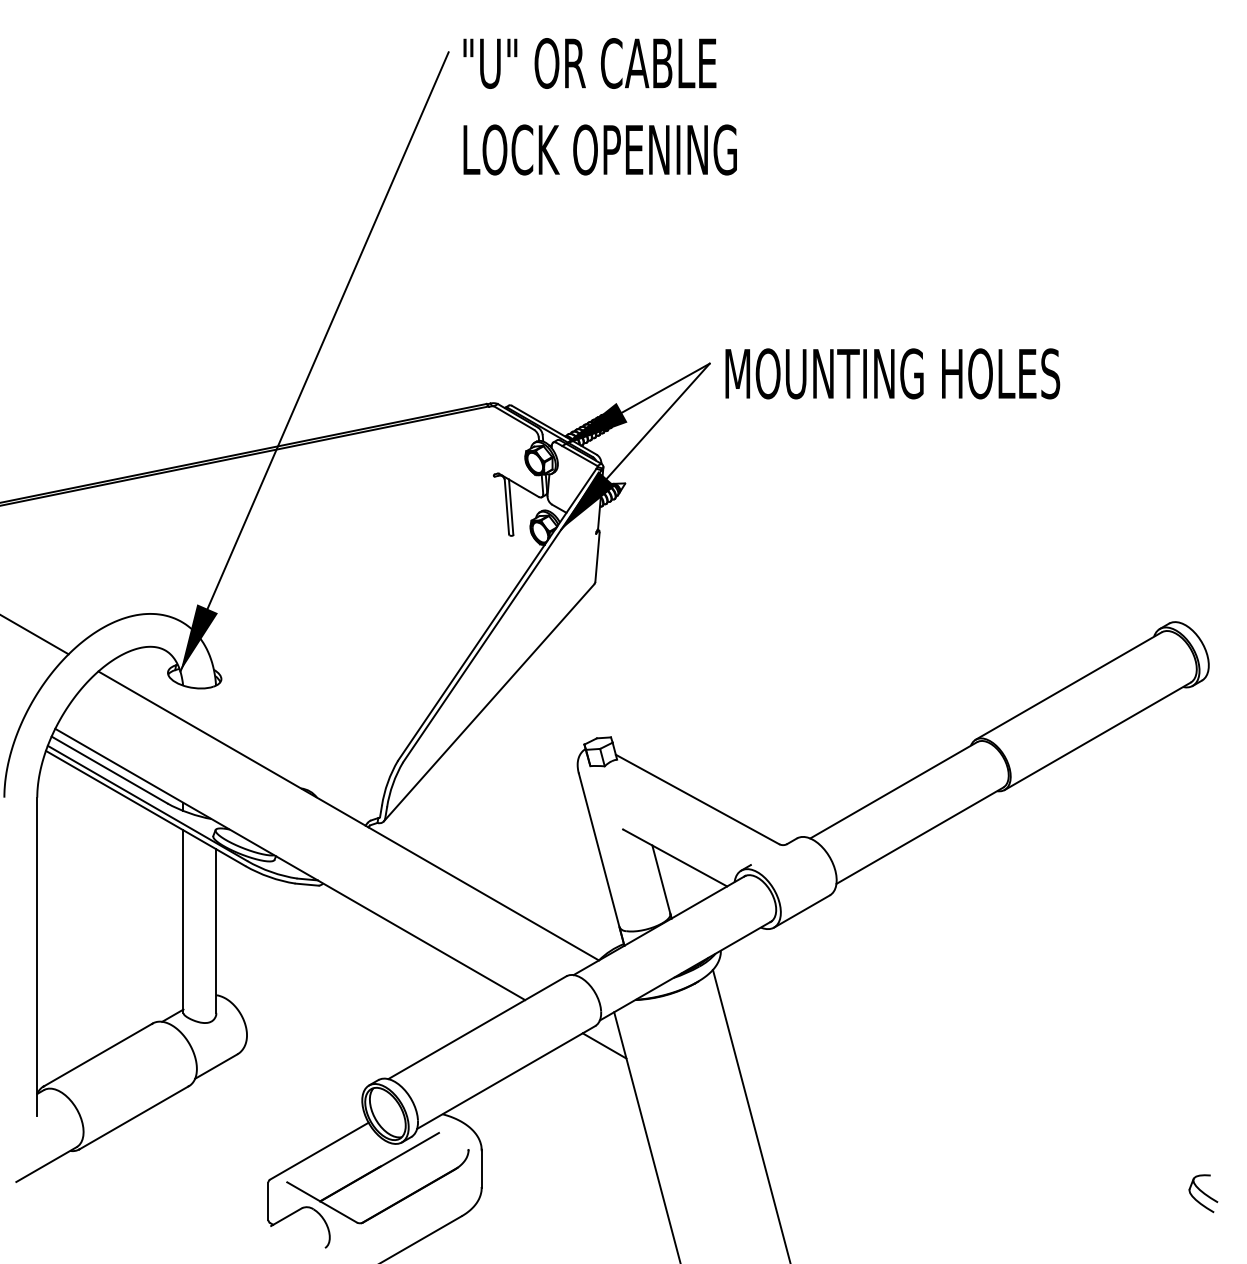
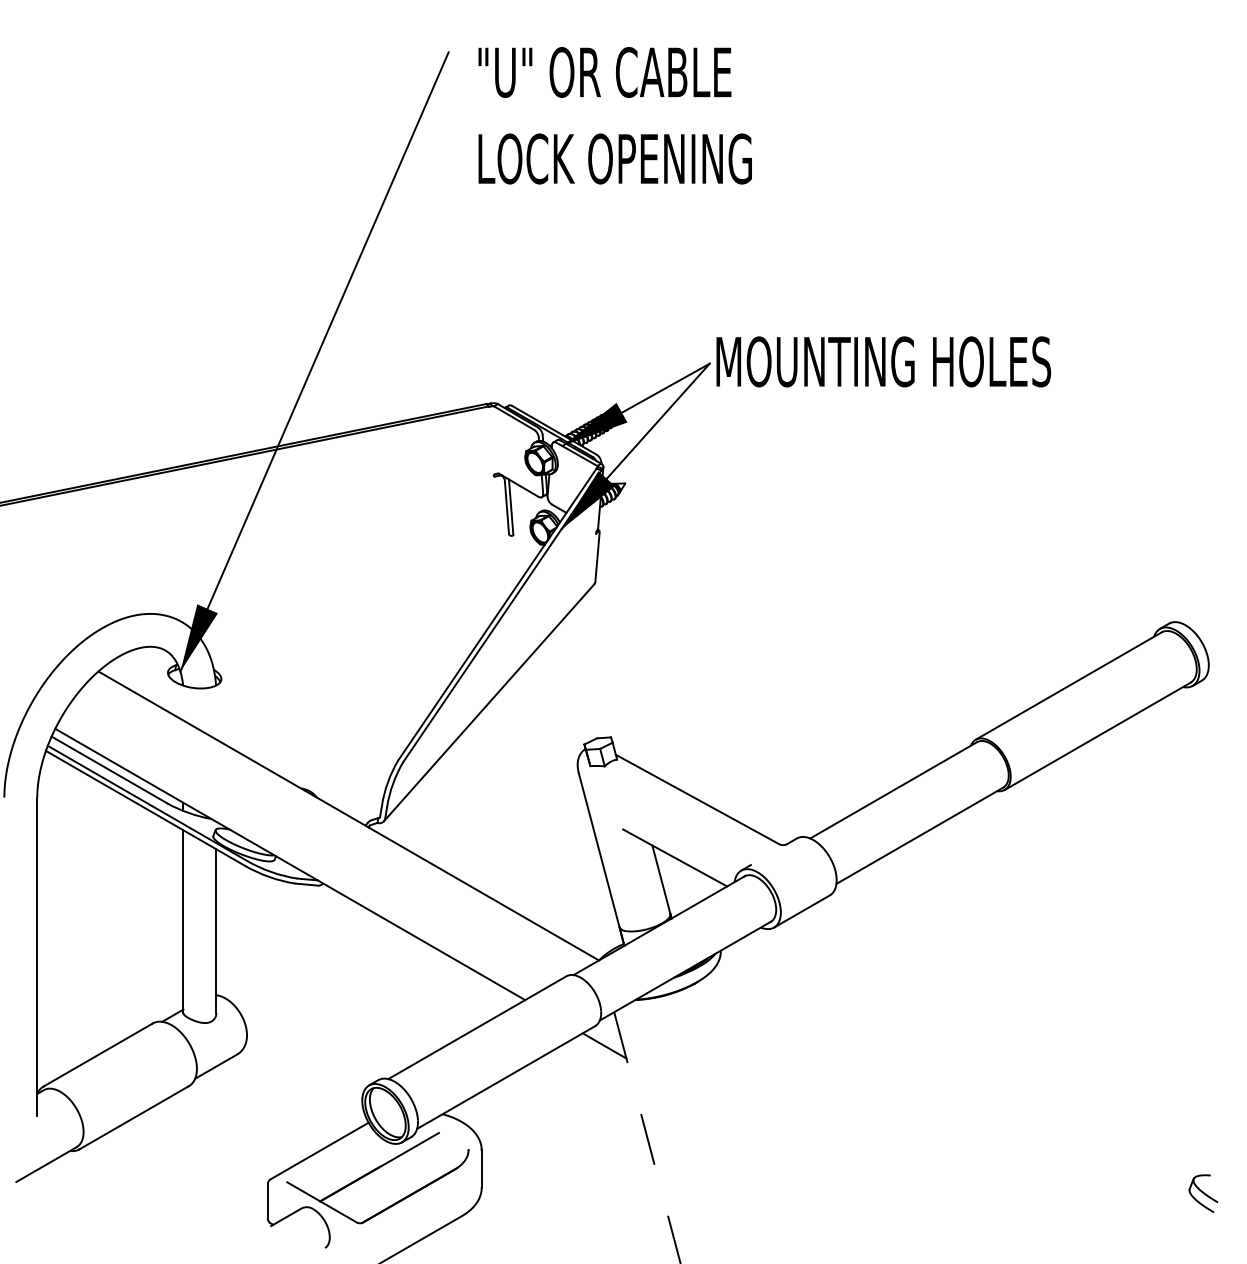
text at (599, 106) position: (599, 106) -> (614, 115)
text at (892, 373) position: (892, 373) -> (883, 361)
line at (35, 635): present -> none
line at (750, 1114): present -> none
line at (647, 1137): solid -> dashed
